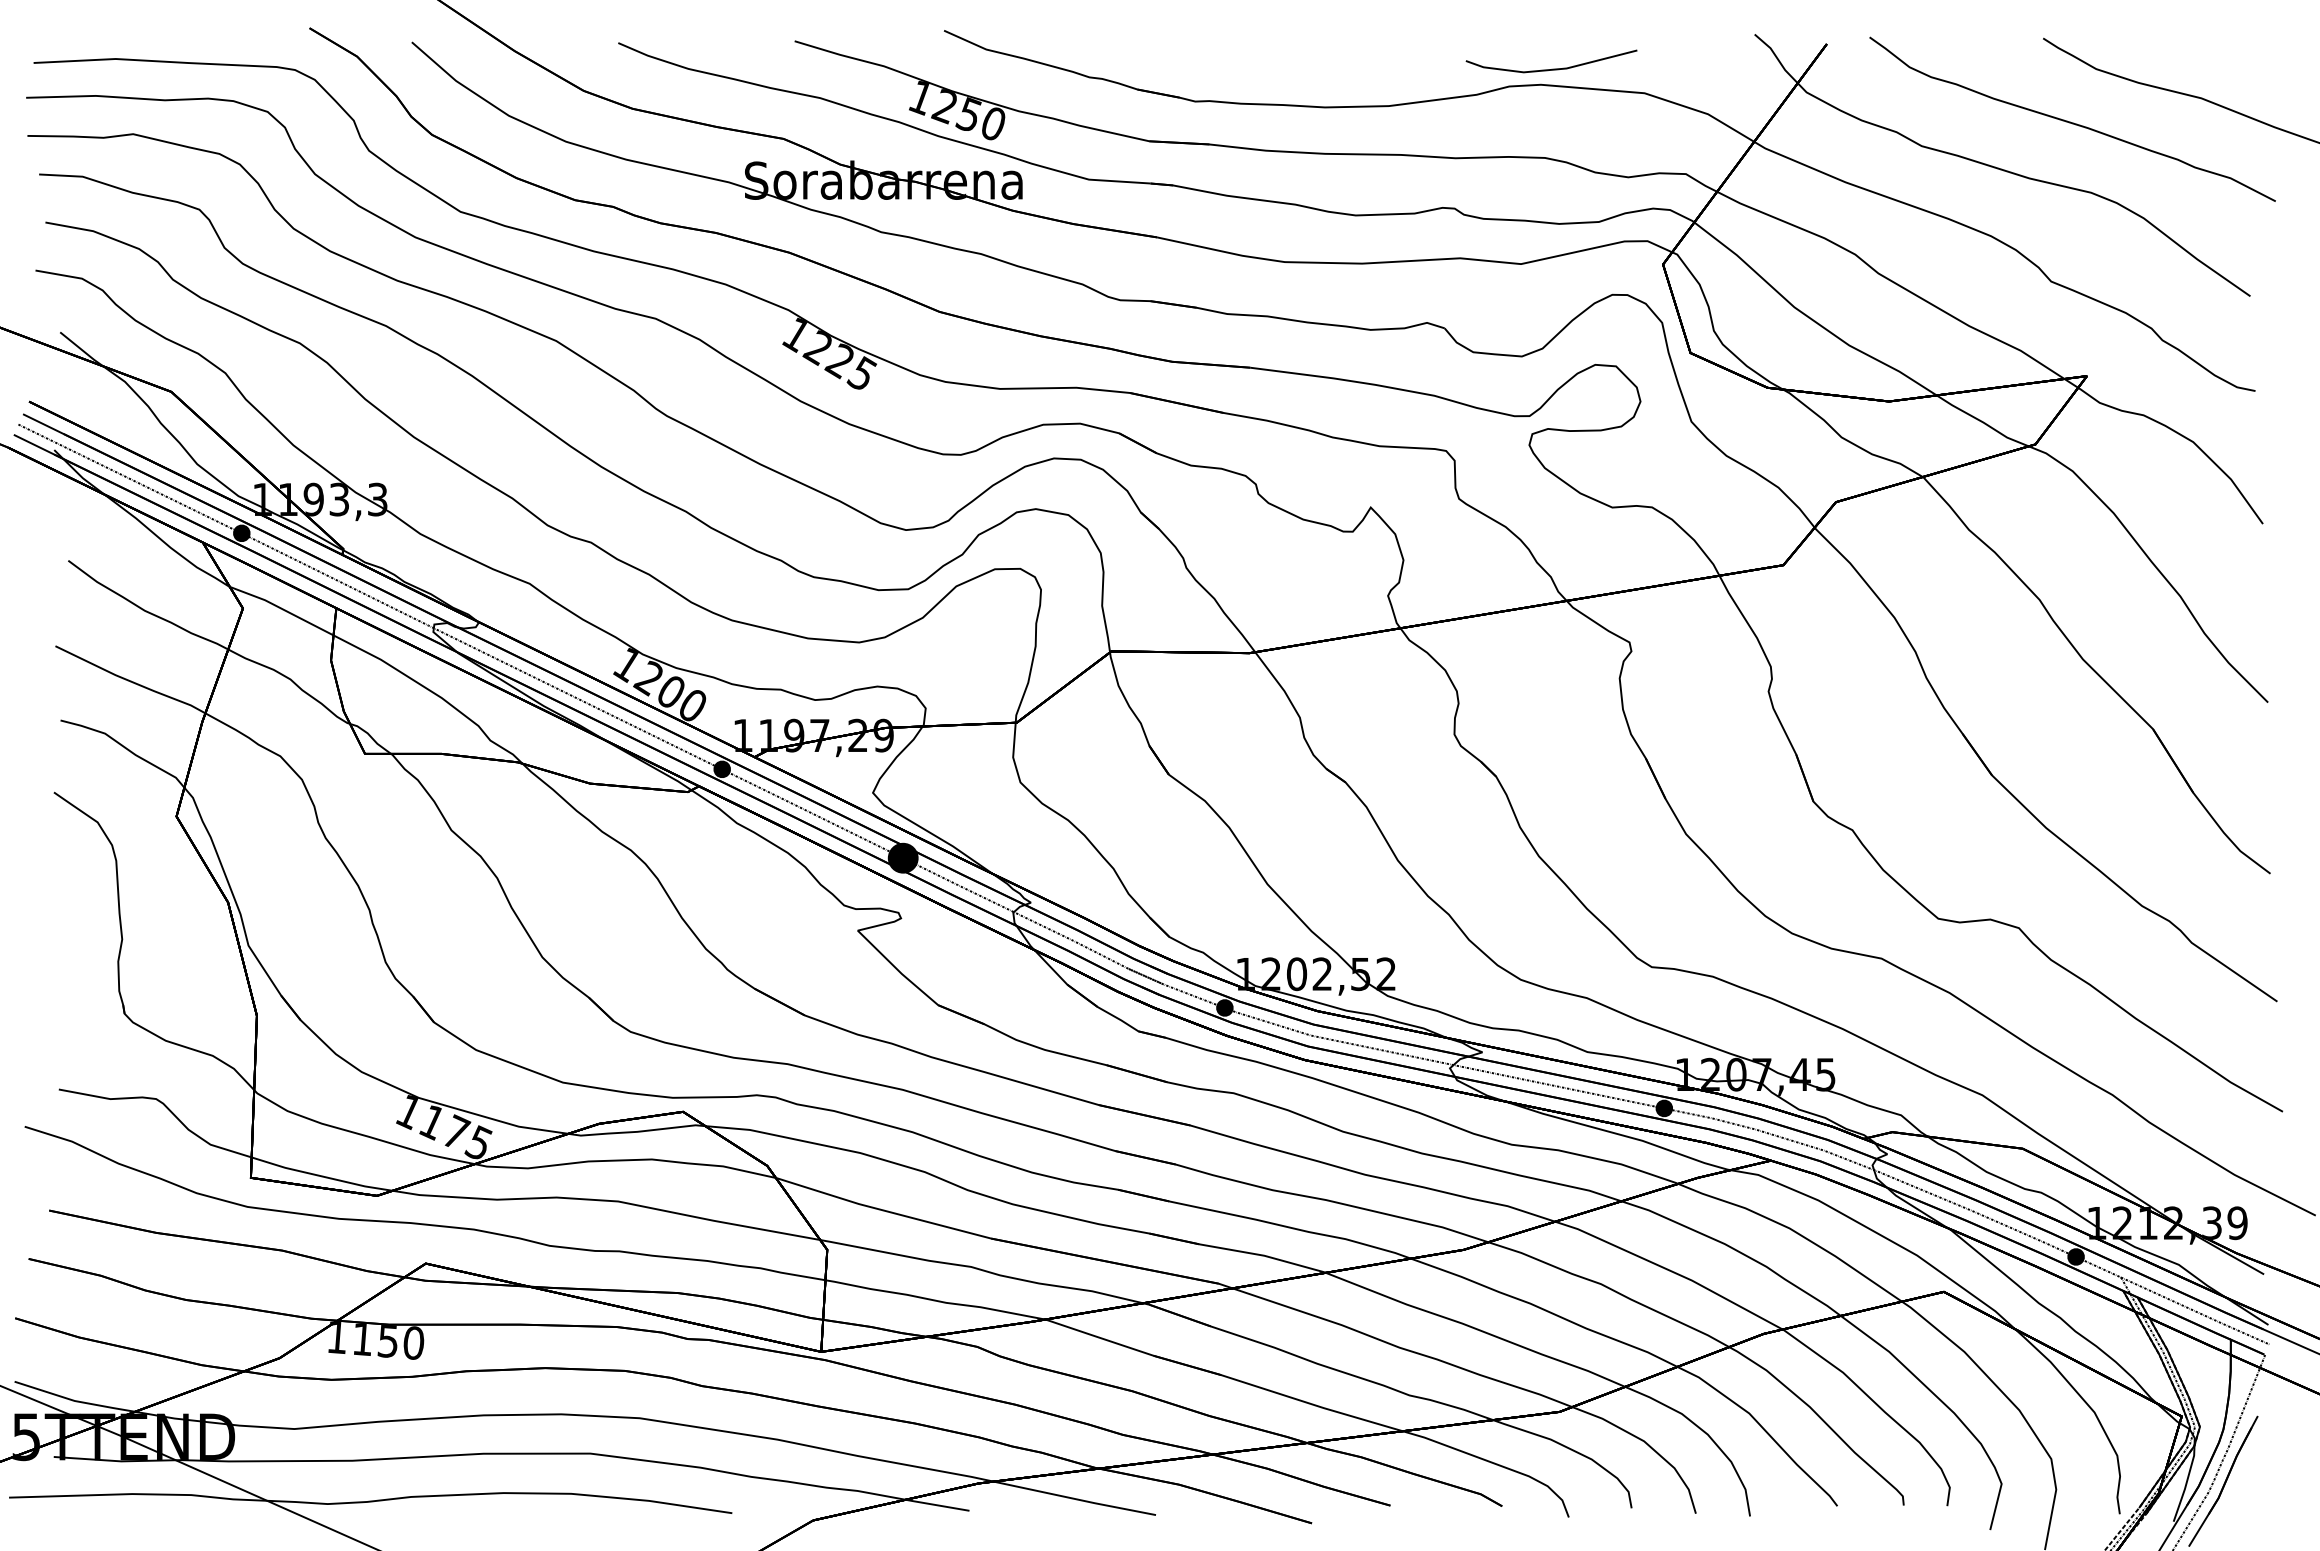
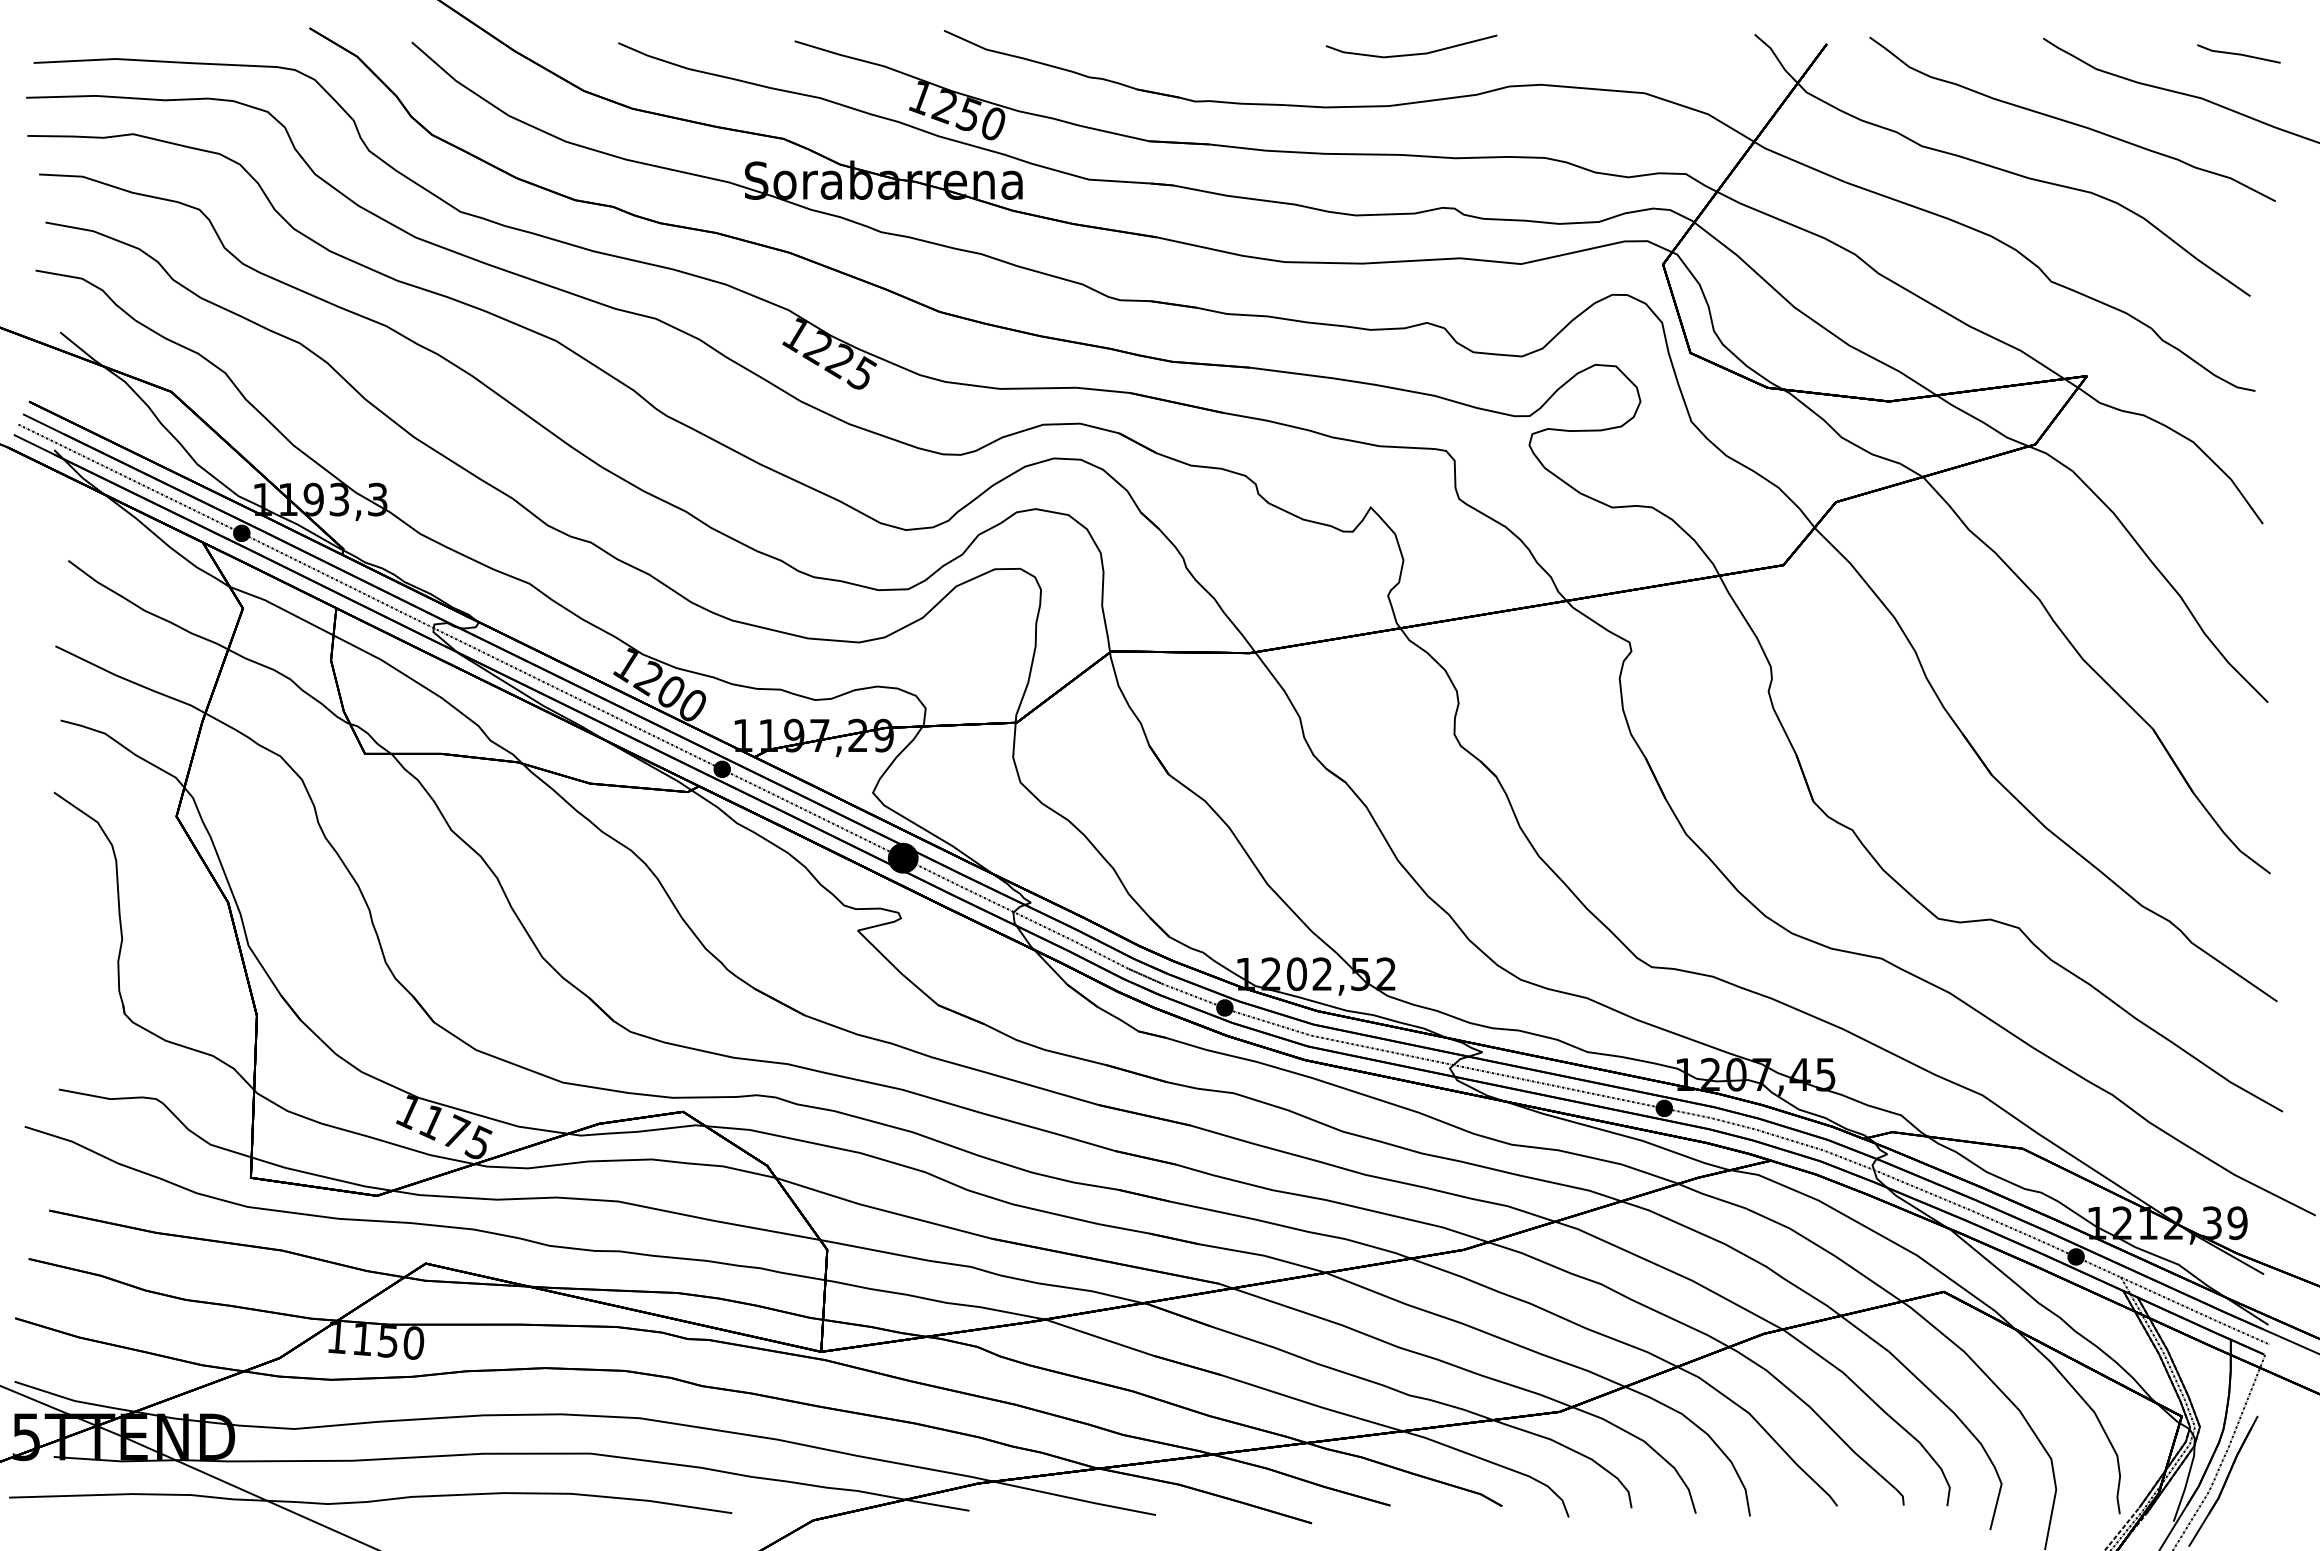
line at (2238, 53): none -> present
line at (1552, 68) position: (1552, 68) -> (1412, 53)
